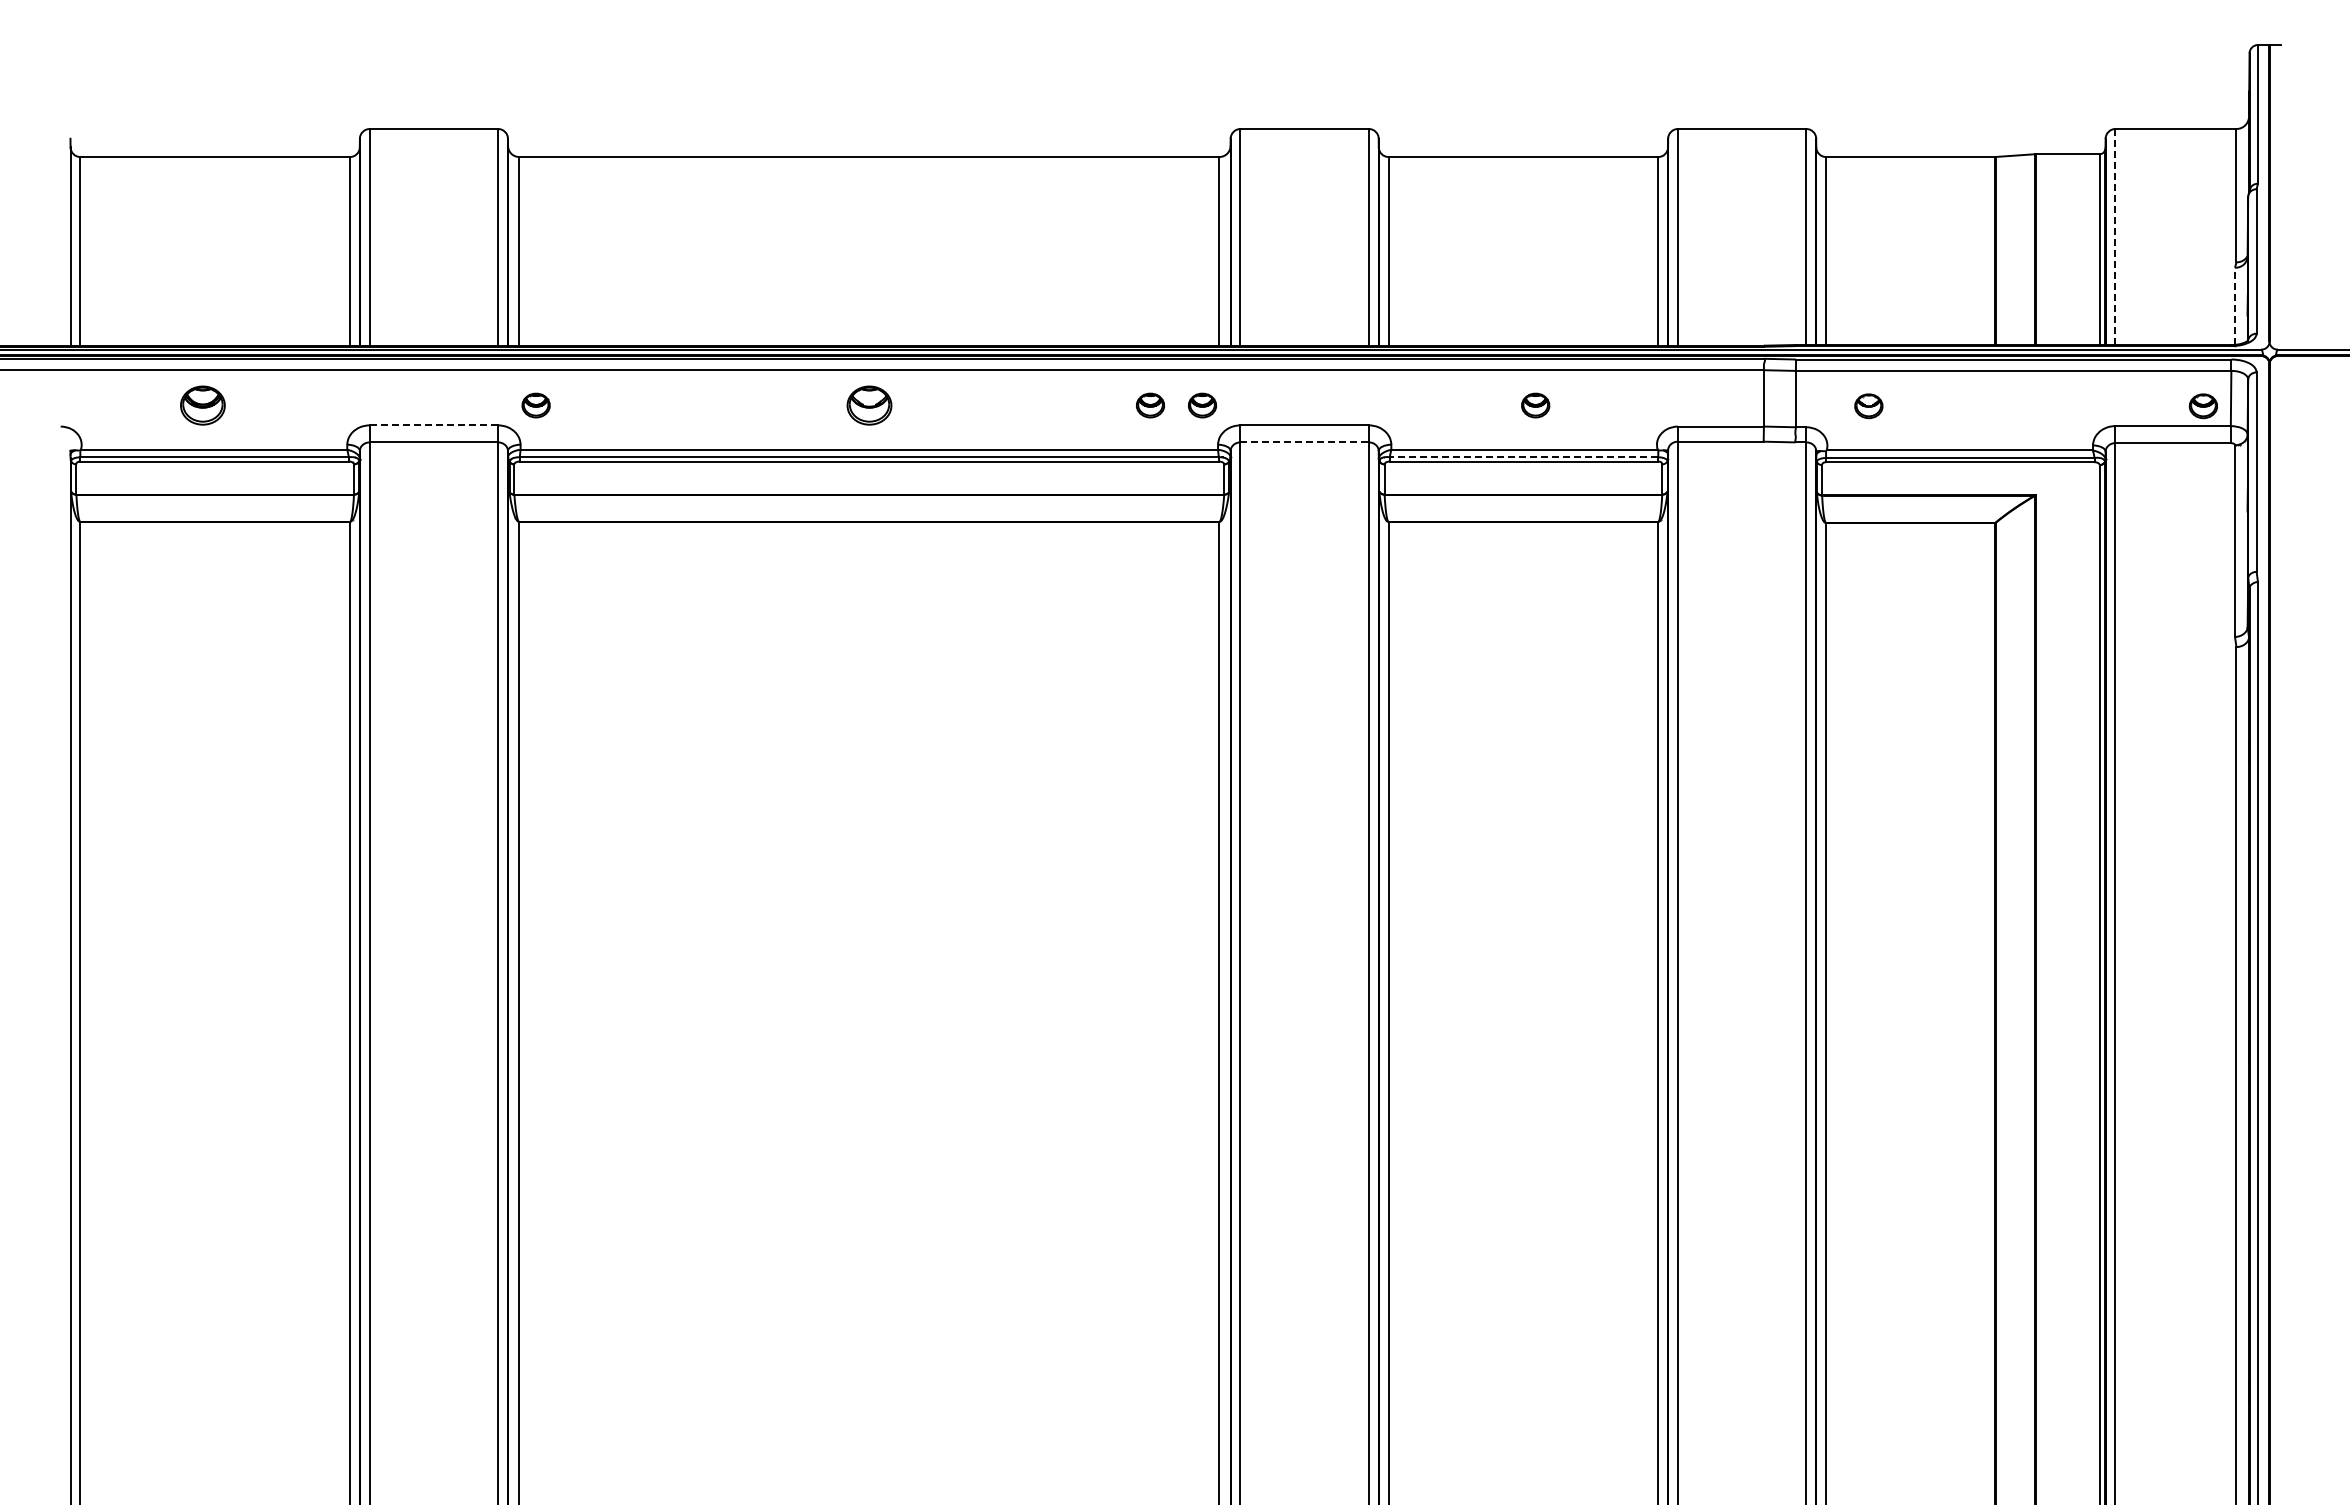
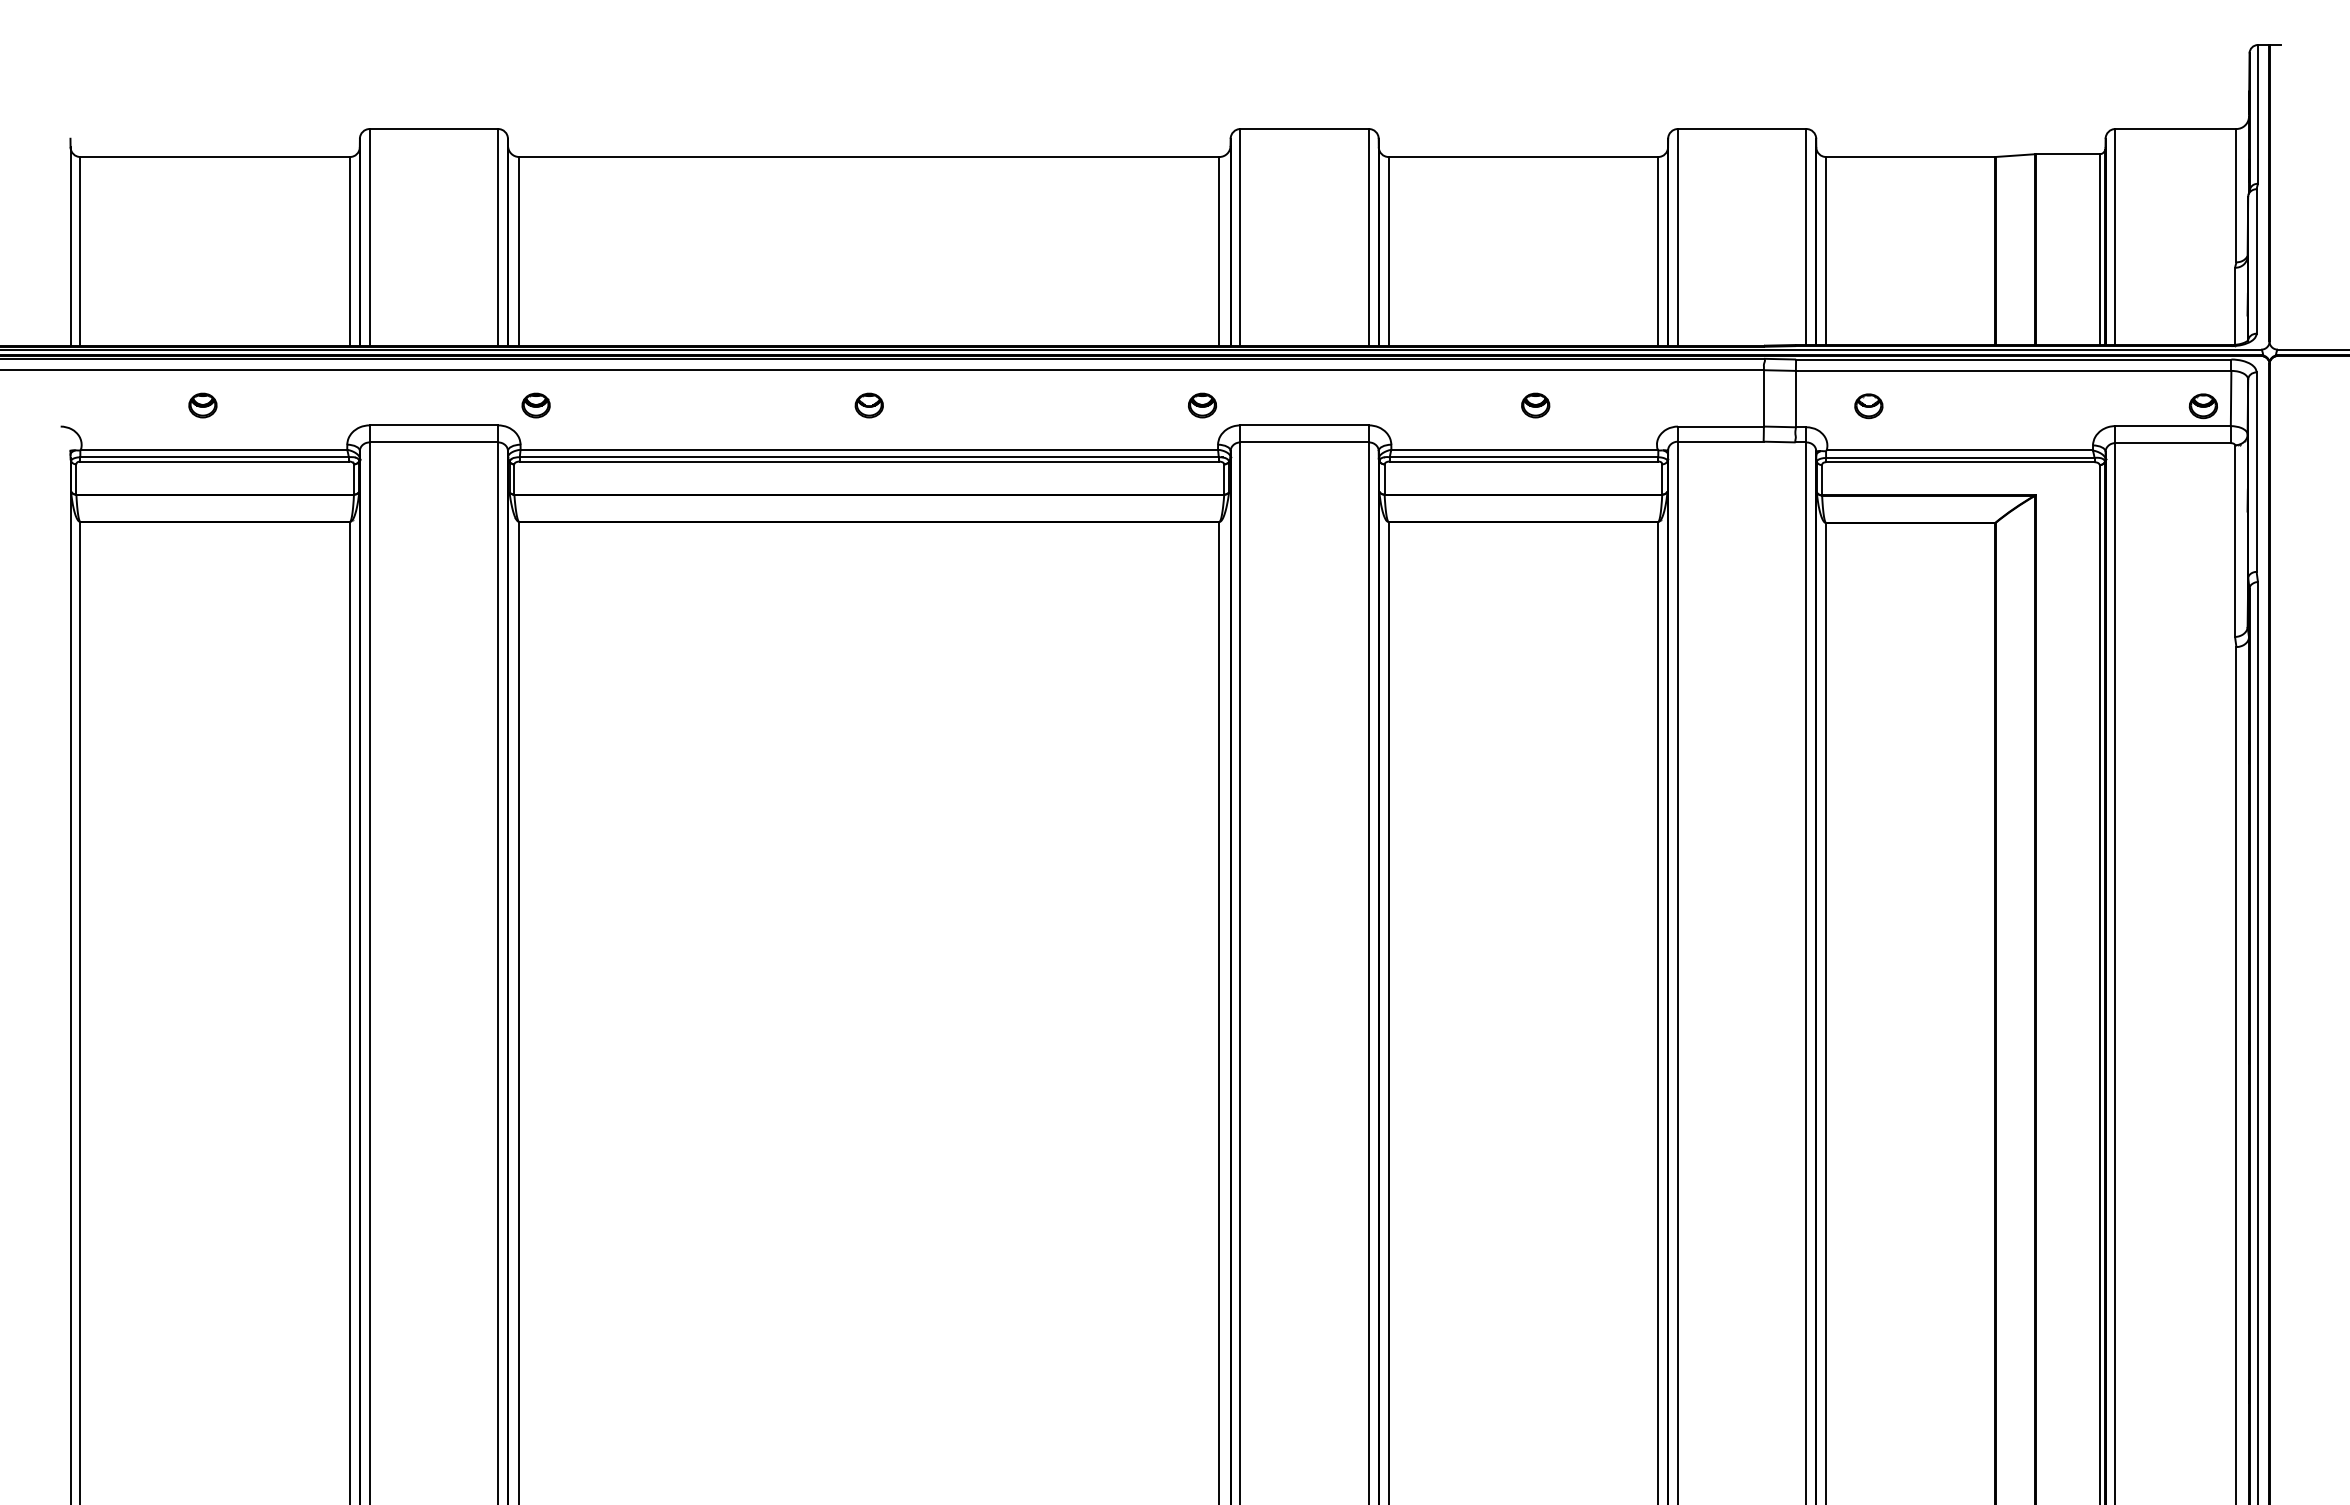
line at (2115, 237): dashed -> solid
line at (2235, 306): dashed -> solid
part at (202, 405) size: 46x41 px -> 30x27 px
part at (869, 405) size: 47x41 px -> 30x27 px
part at (1150, 405): present -> none
line at (433, 425): dashed -> solid
line at (1305, 442): dashed -> solid
line at (1523, 457): dashed -> solid
